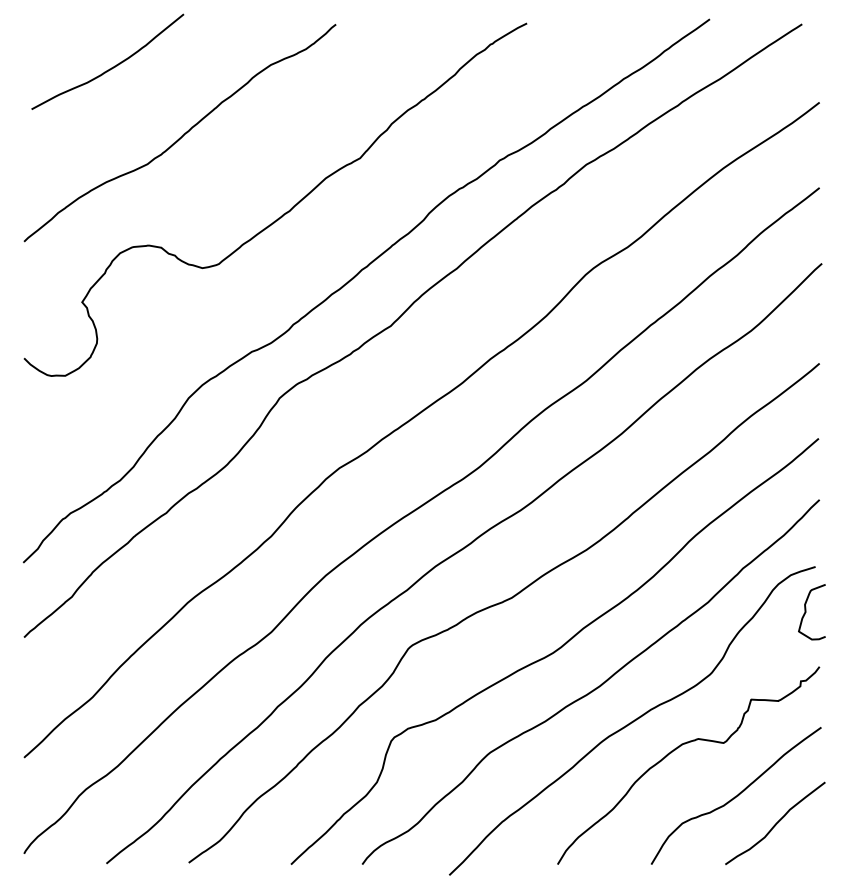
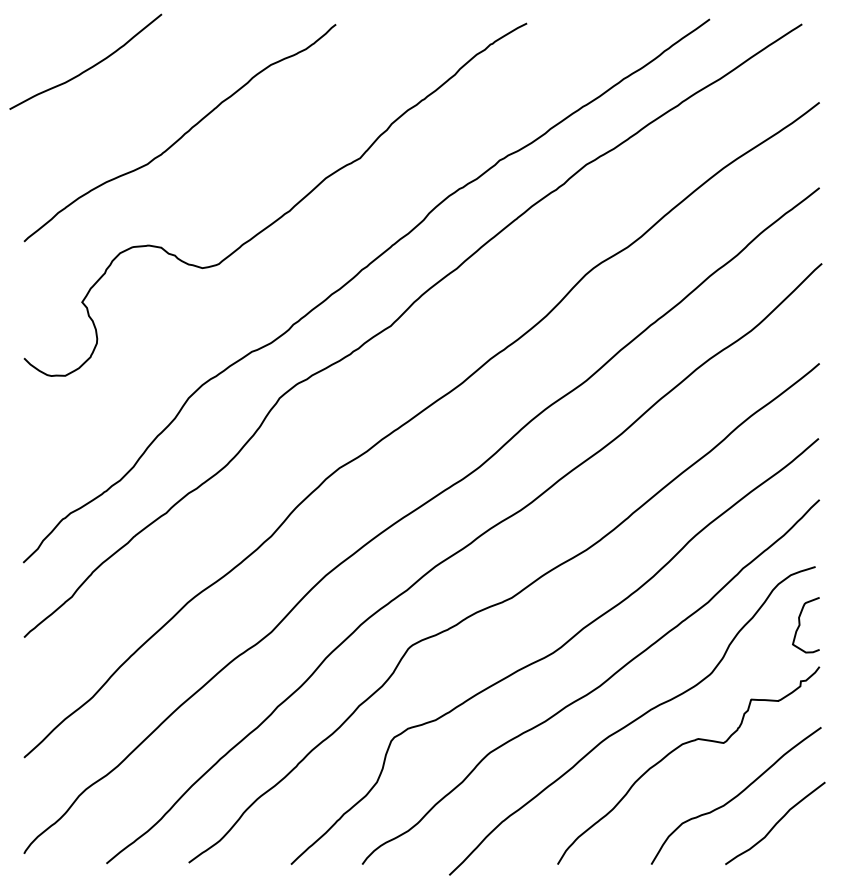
curve at (111, 67) position: (111, 67) -> (89, 67)
curve at (806, 612) position: (806, 612) -> (800, 625)
